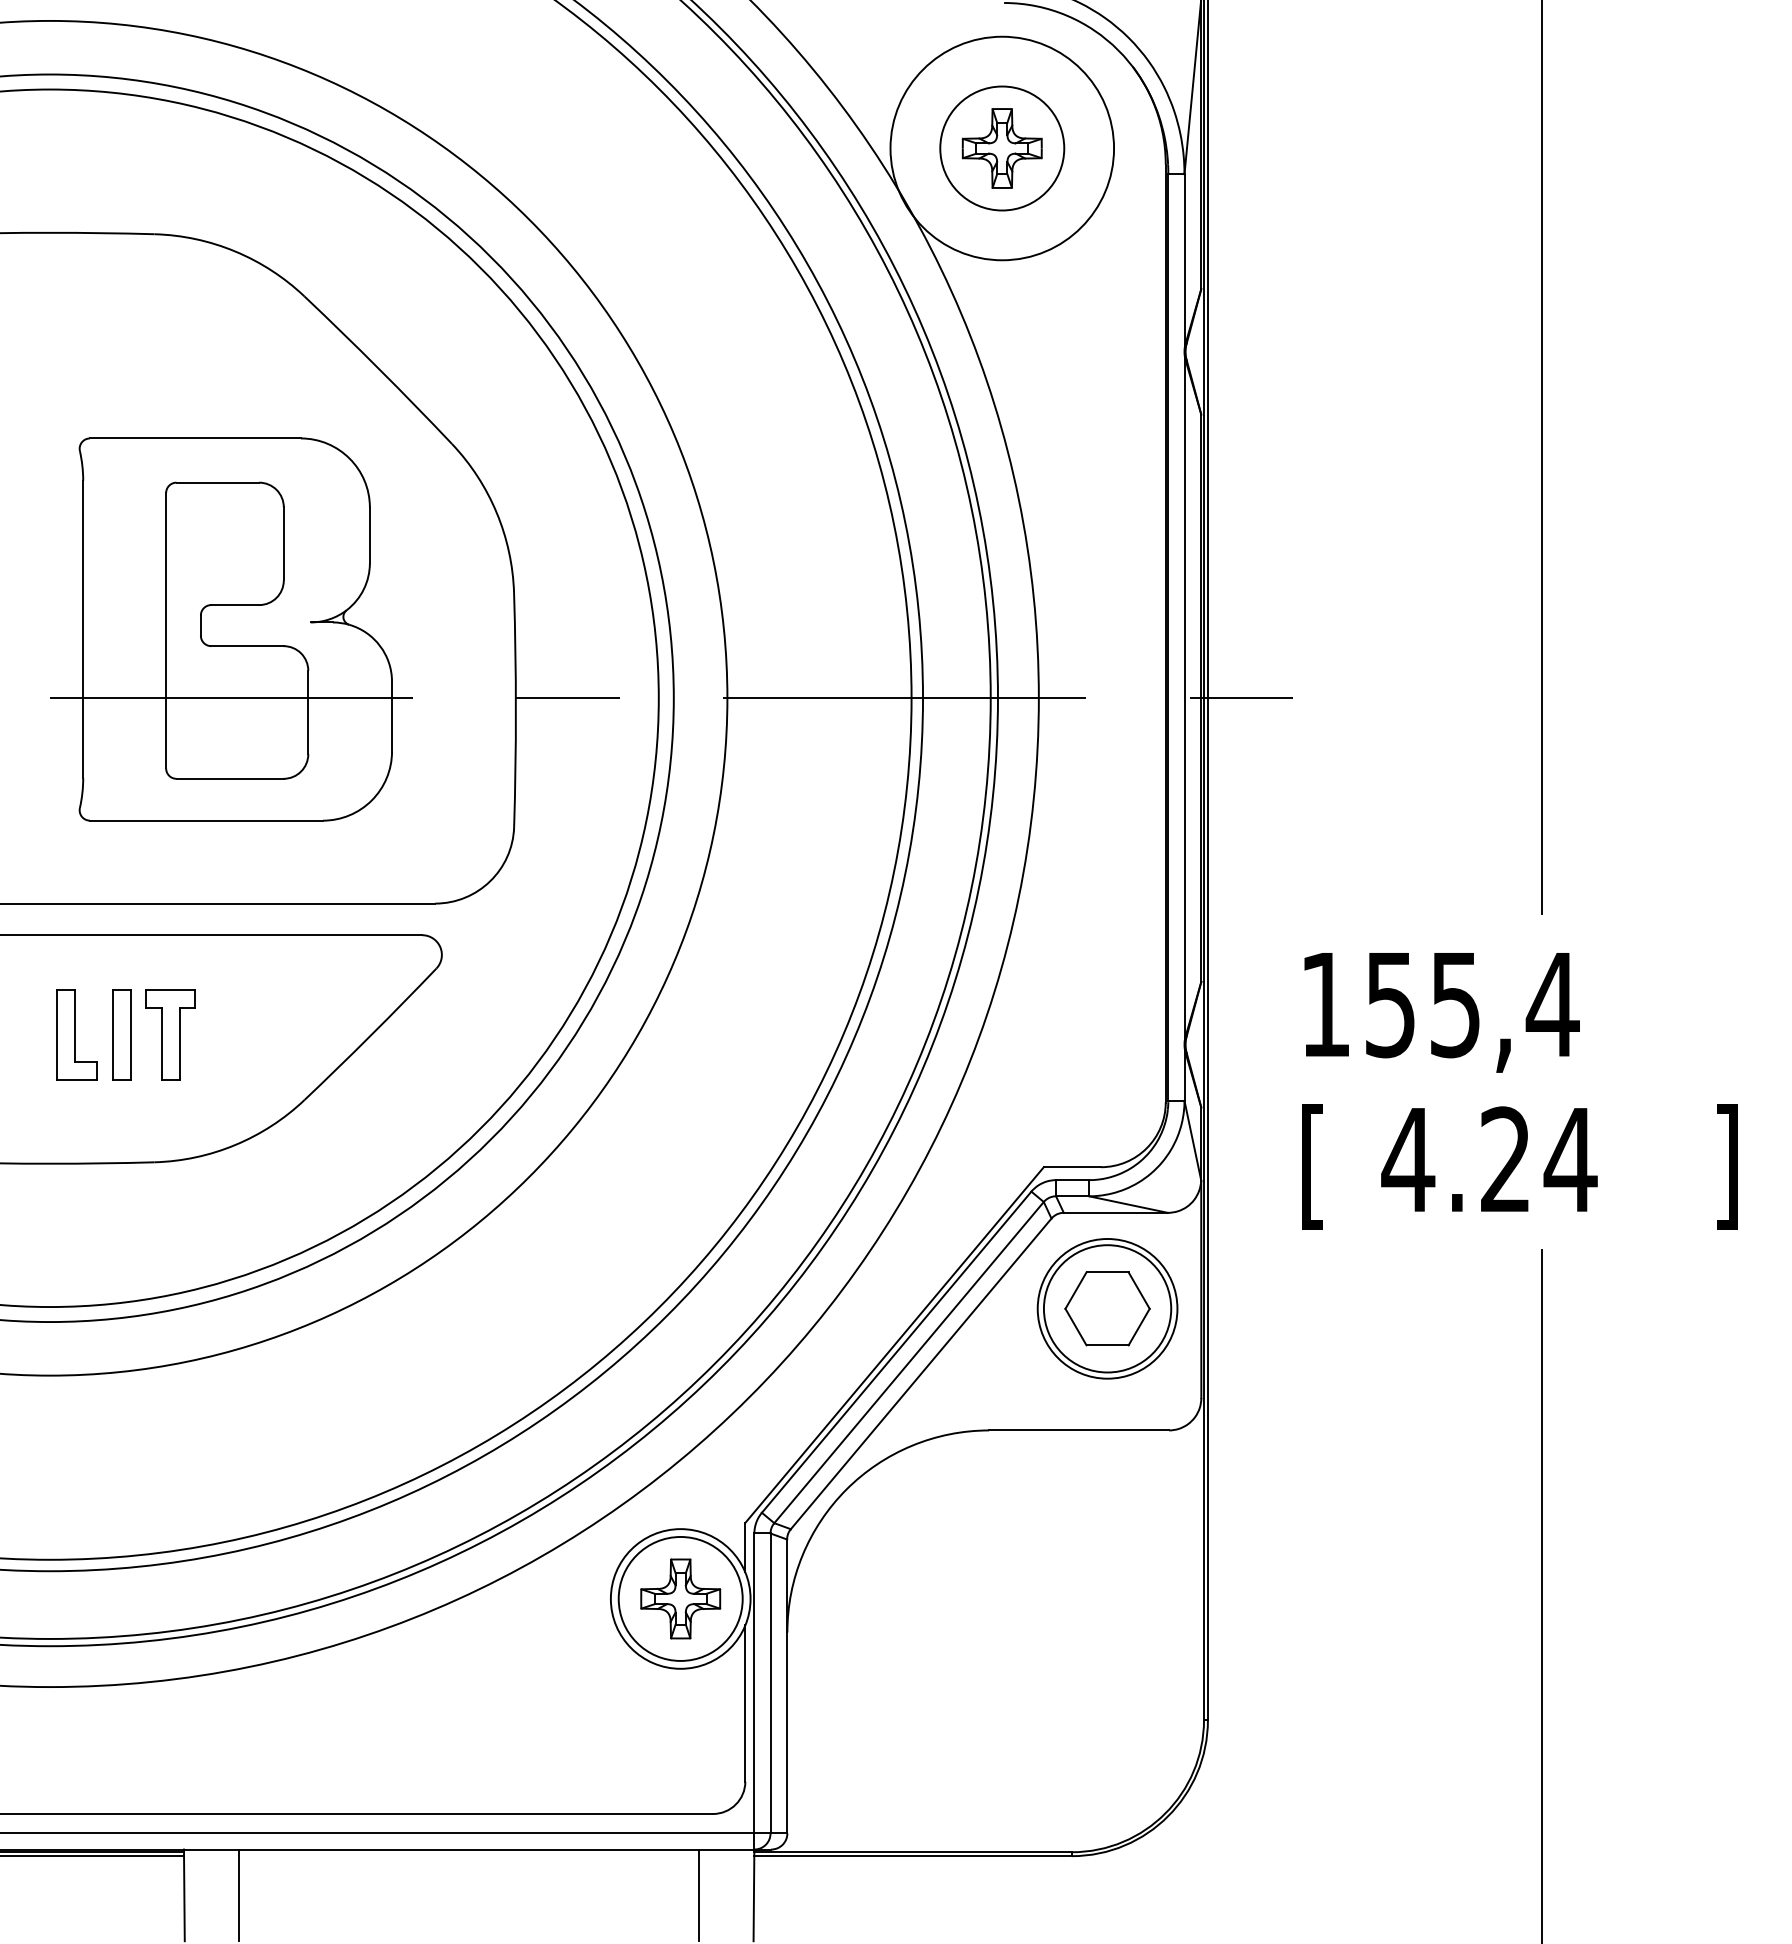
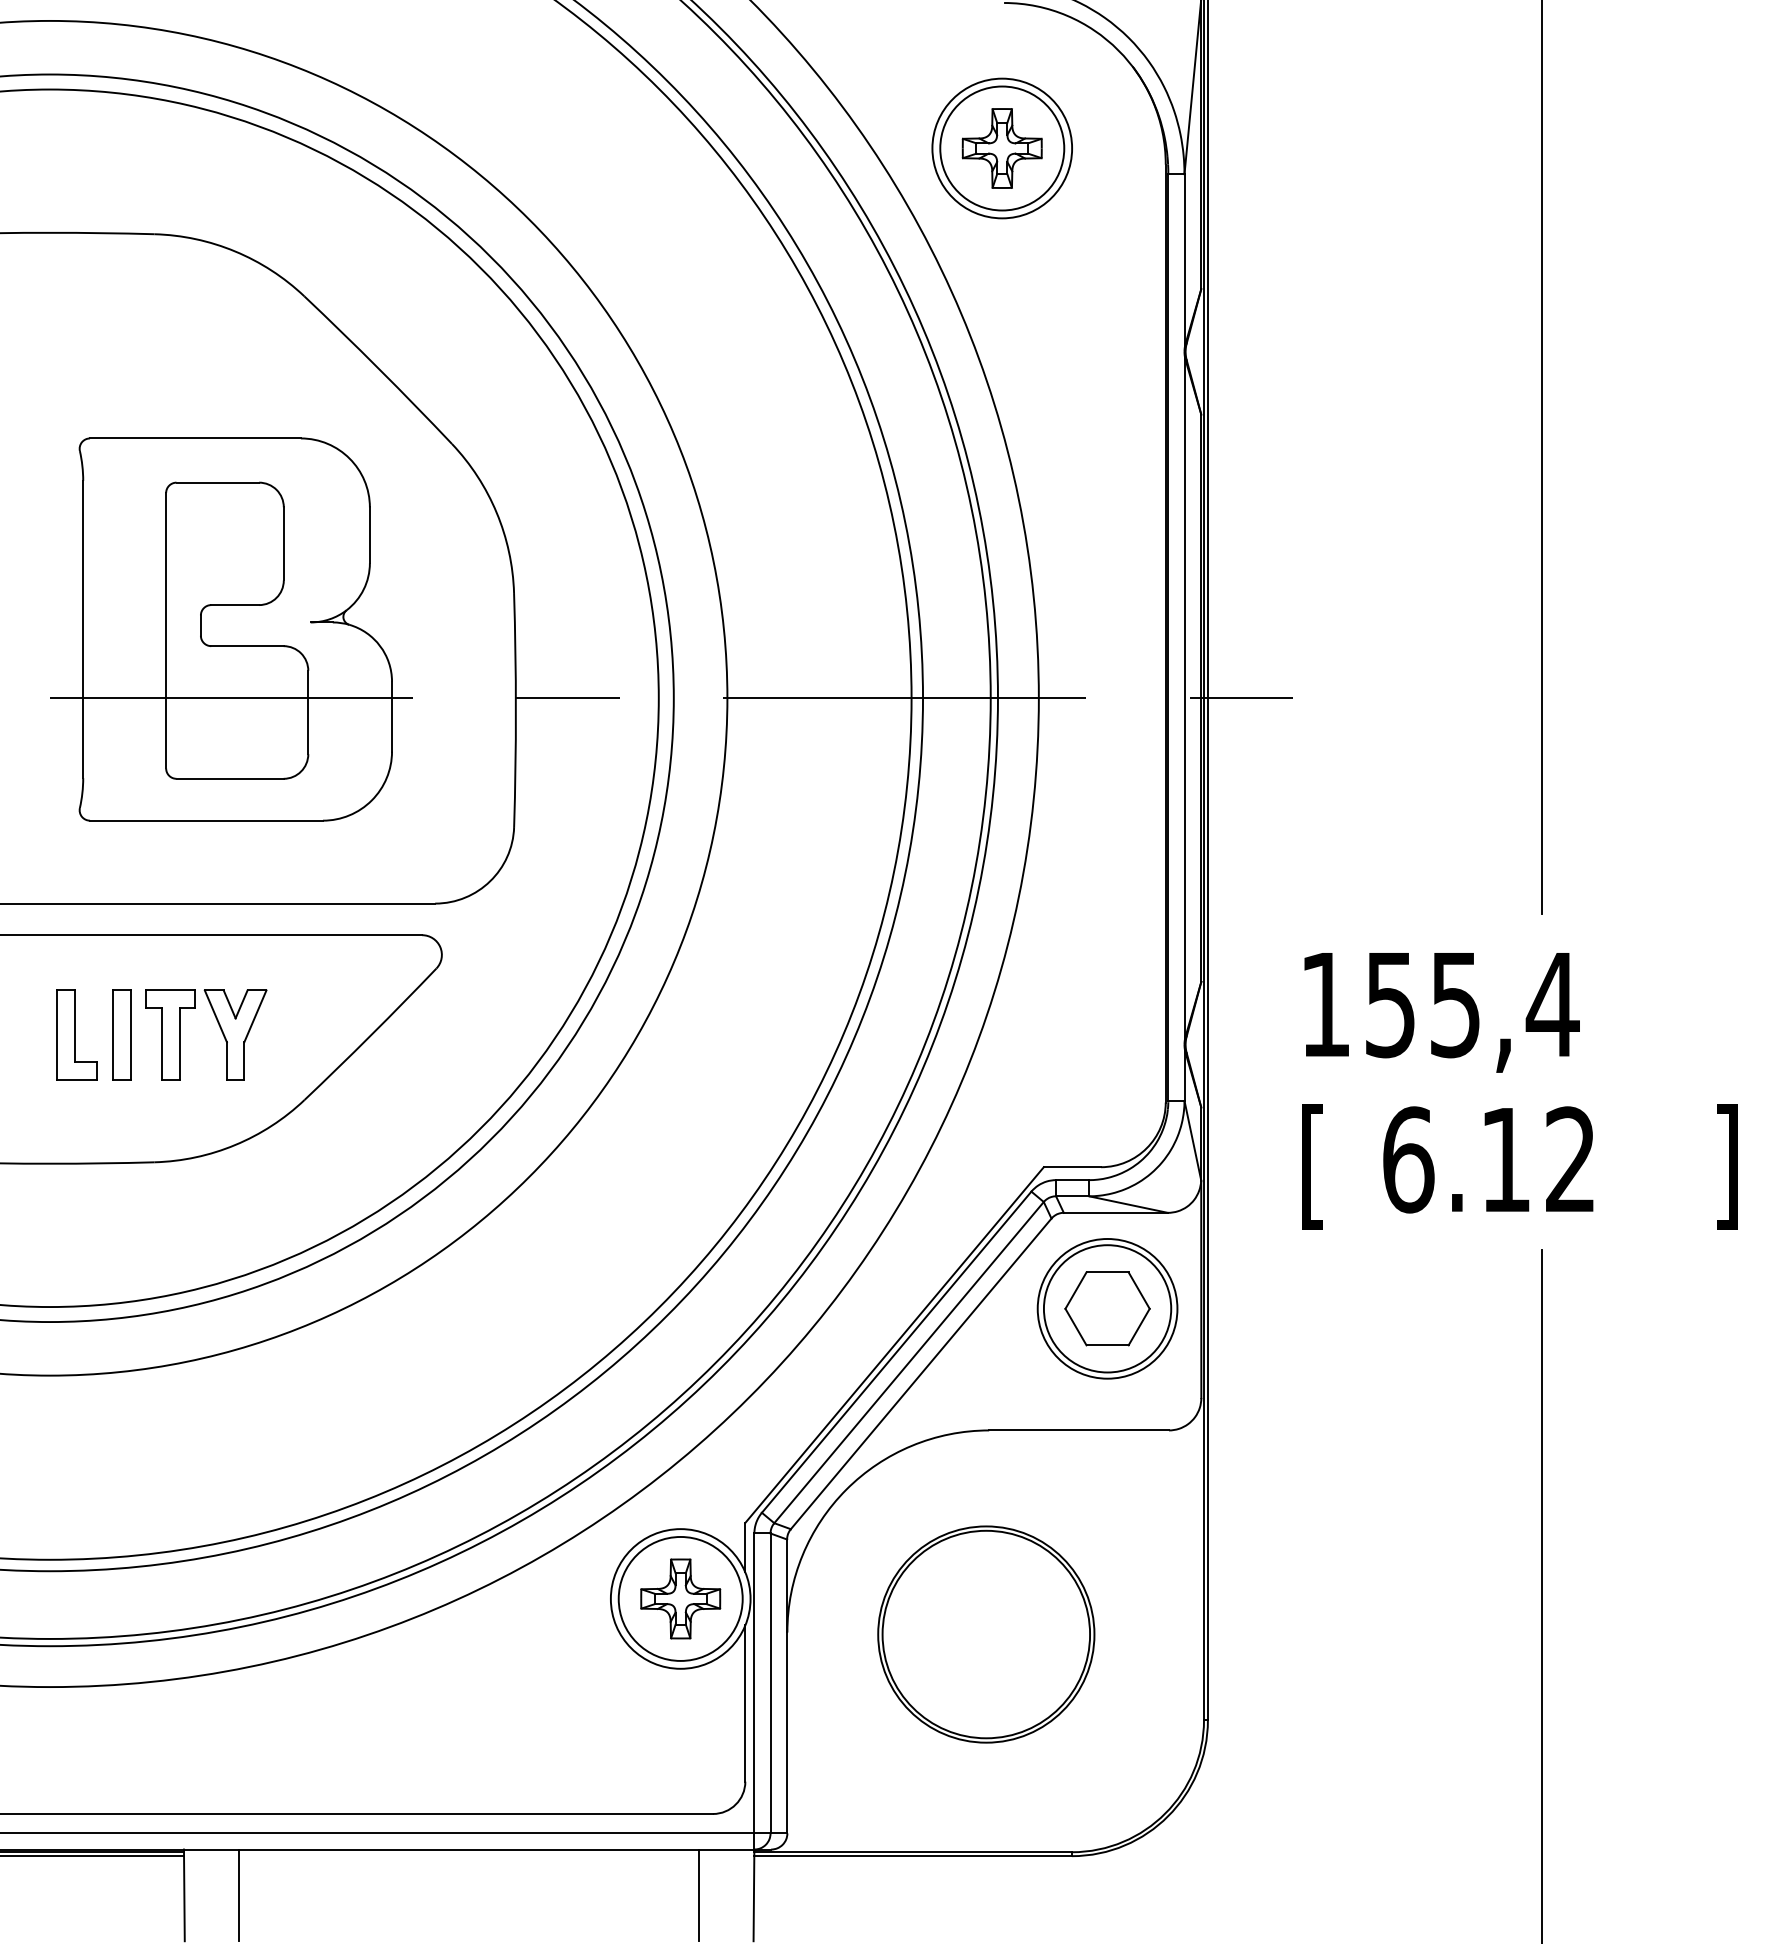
circle at (1002, 148) diameter: 224 px -> 140 px
part at (235, 1034): none -> present
text at (1489, 1159): 4.24 -> 6.12
part at (986, 1634): none -> present
